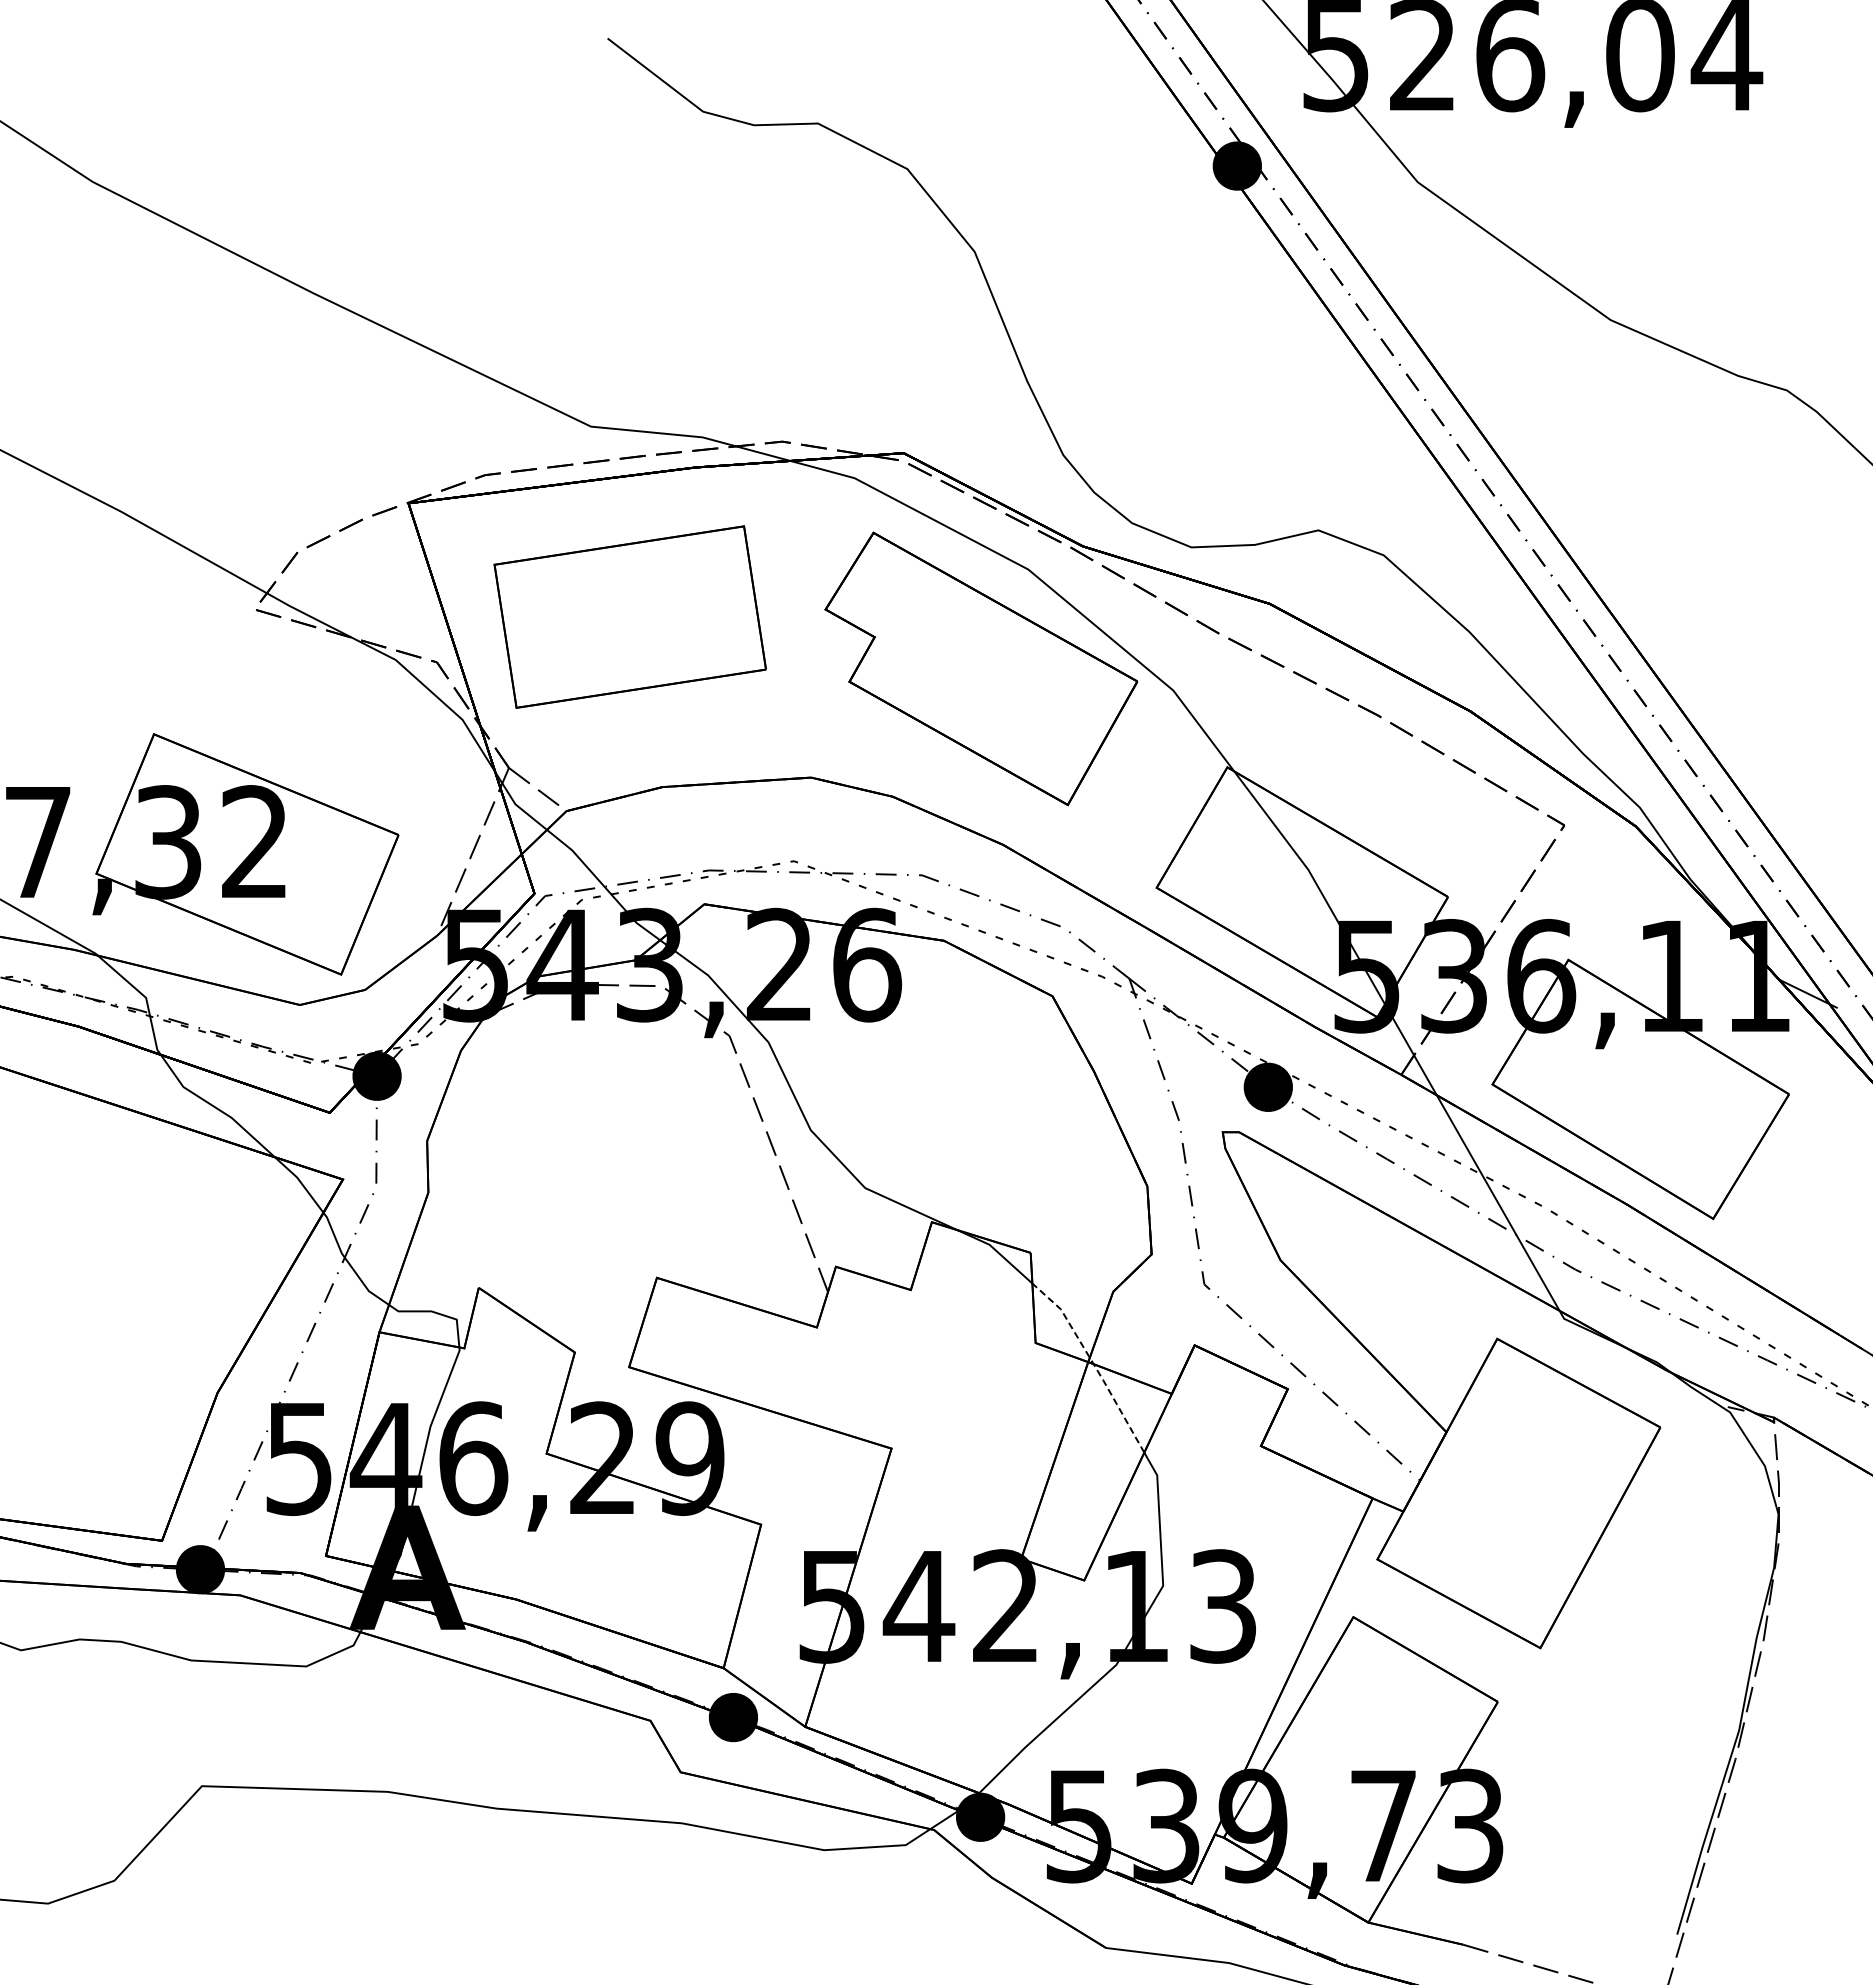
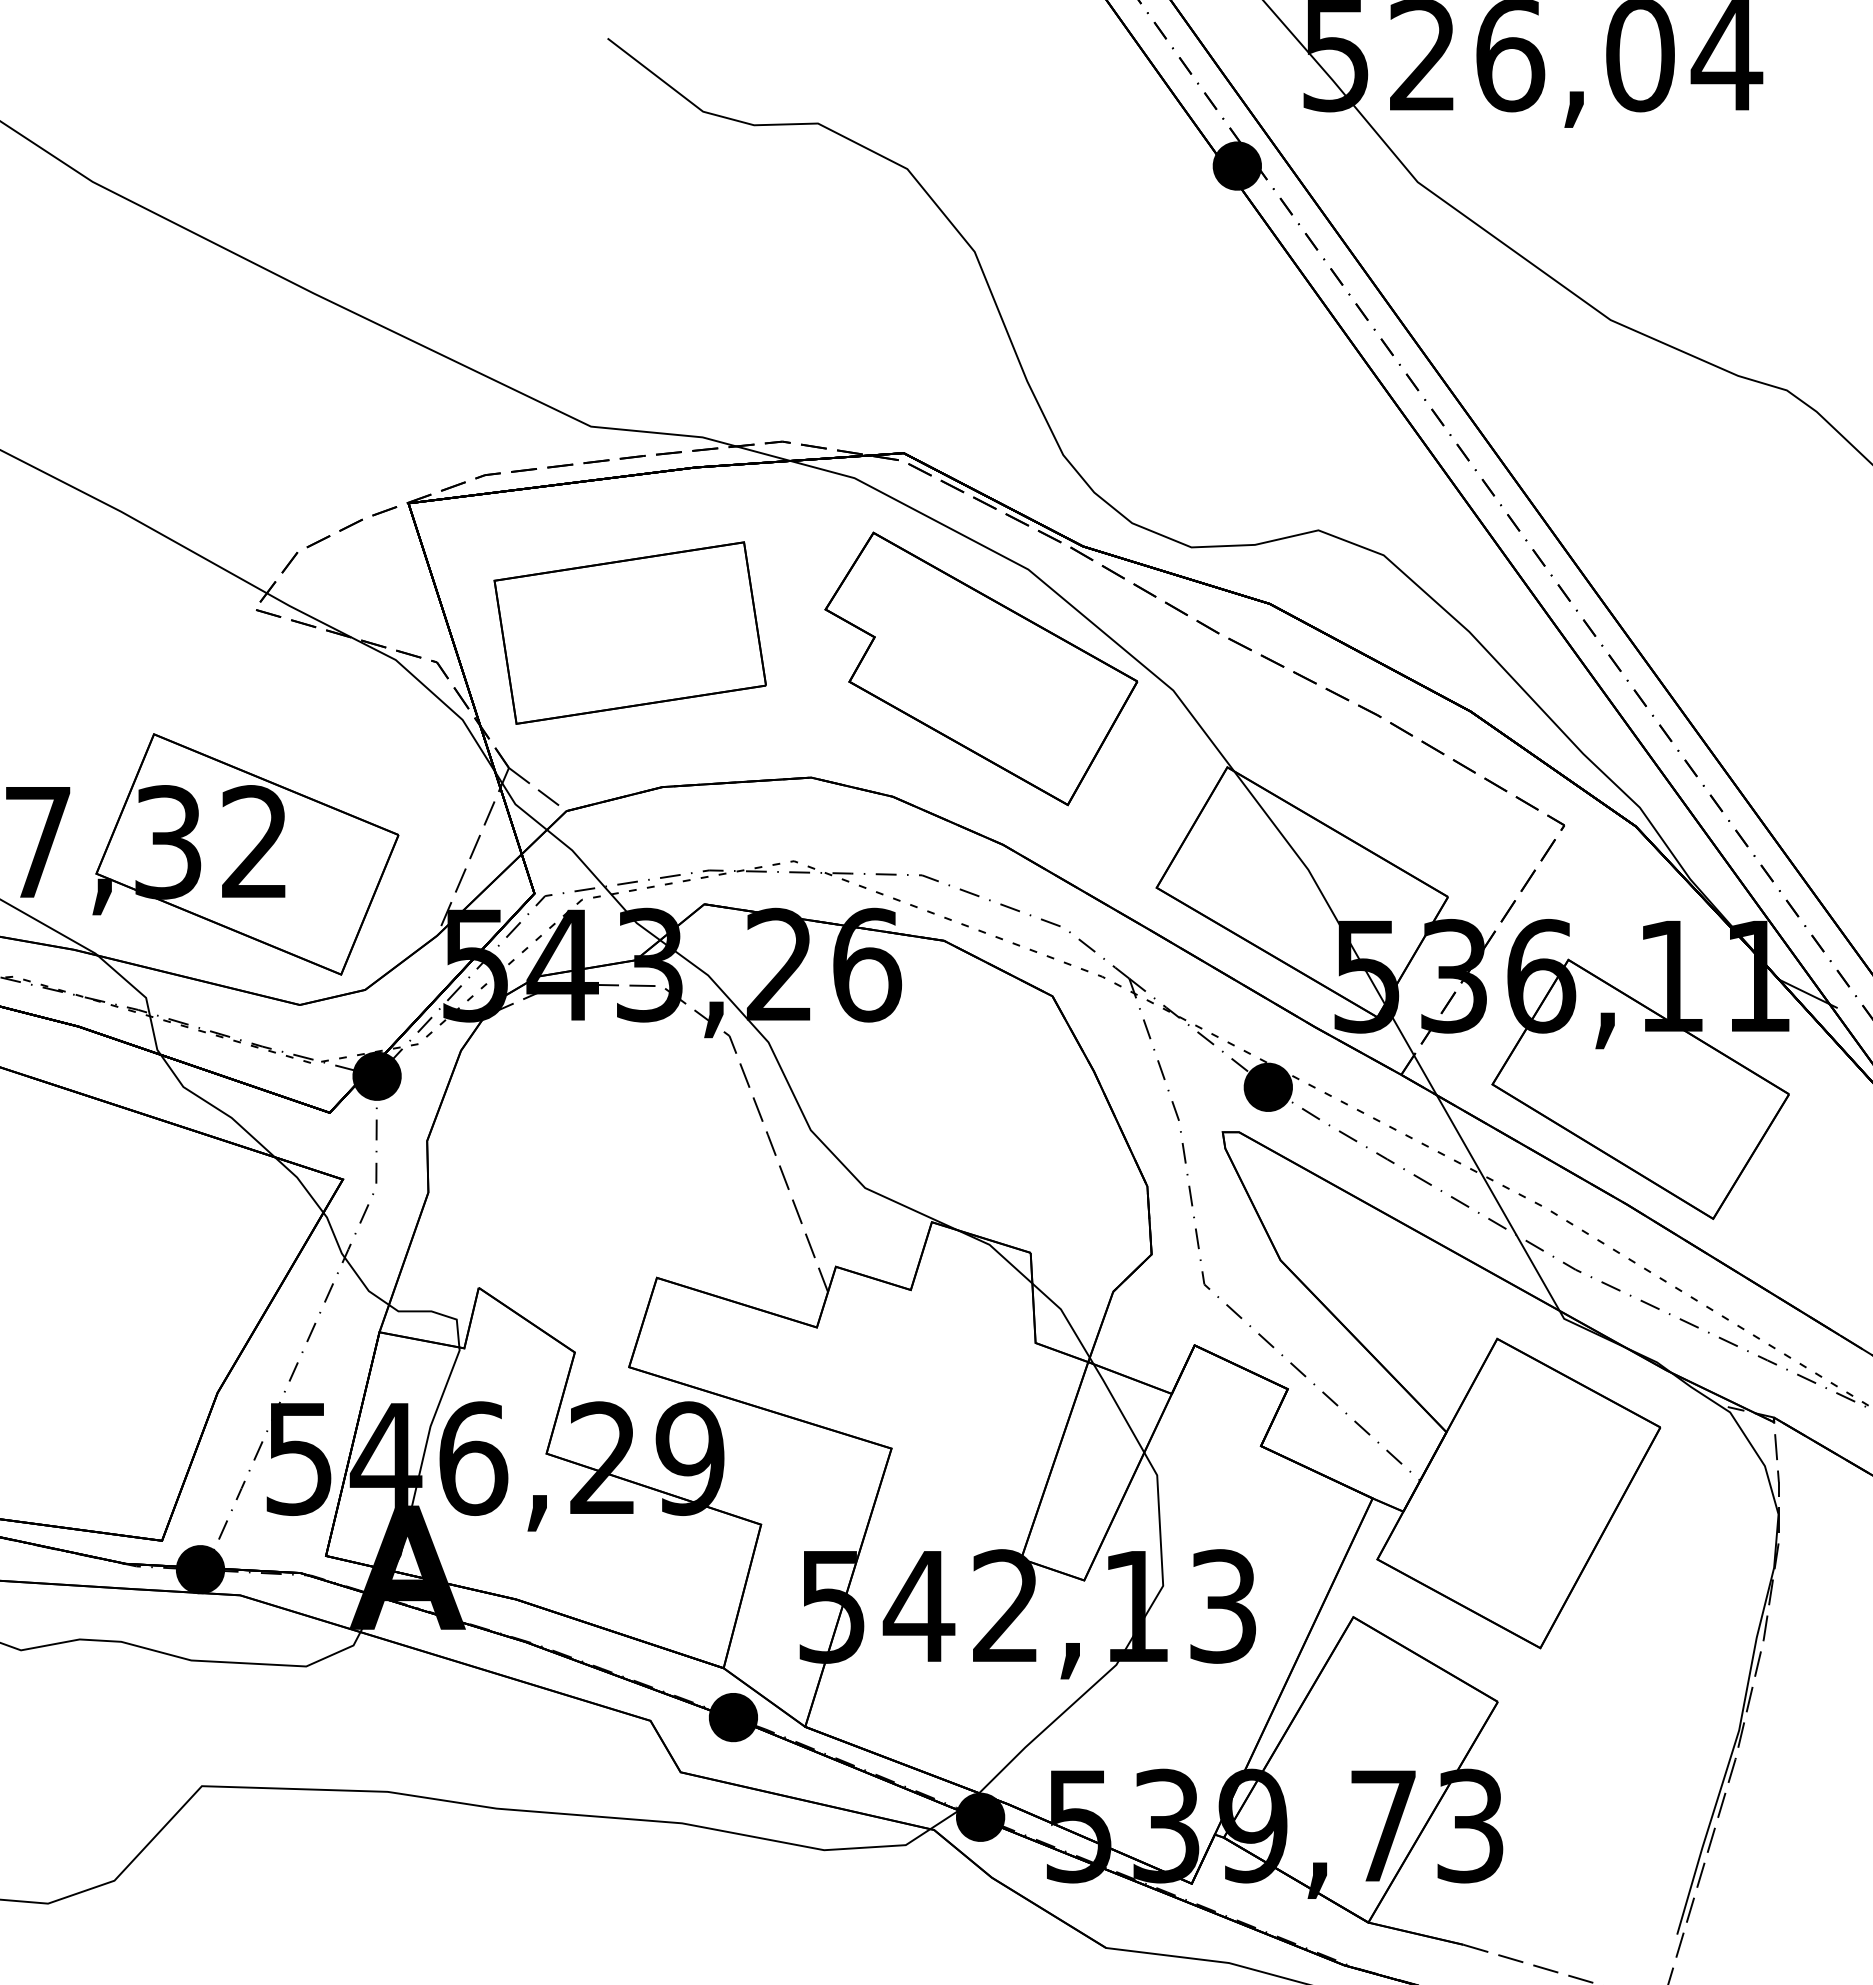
part at (629, 616) position: (629, 616) -> (629, 632)
line at (1093, 1364): dashed -> solid
